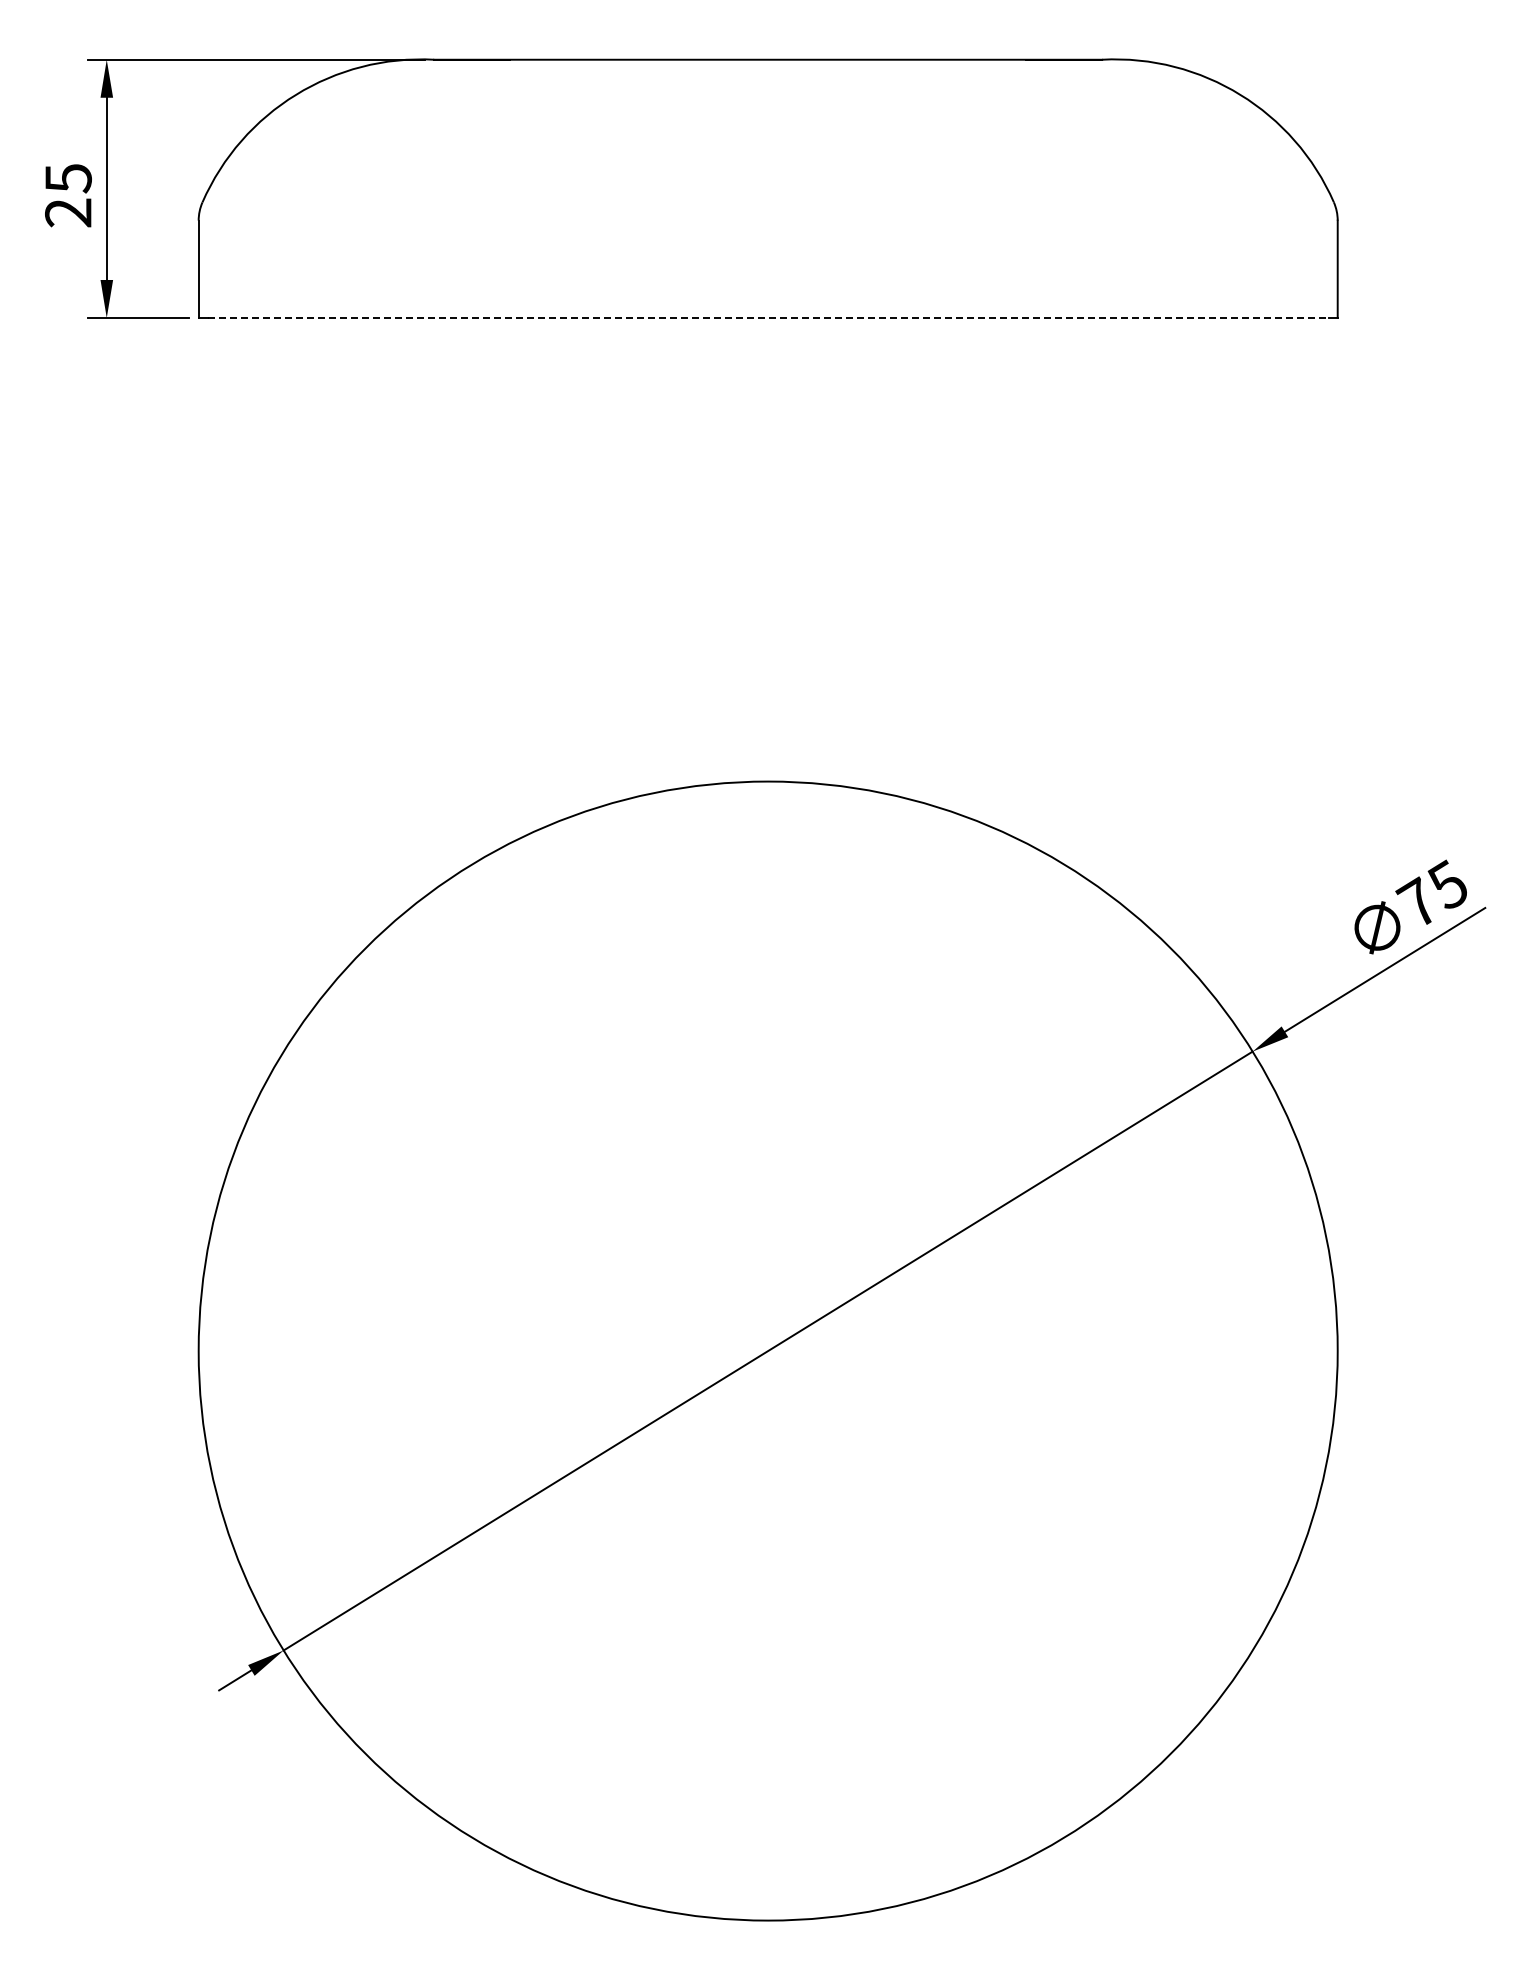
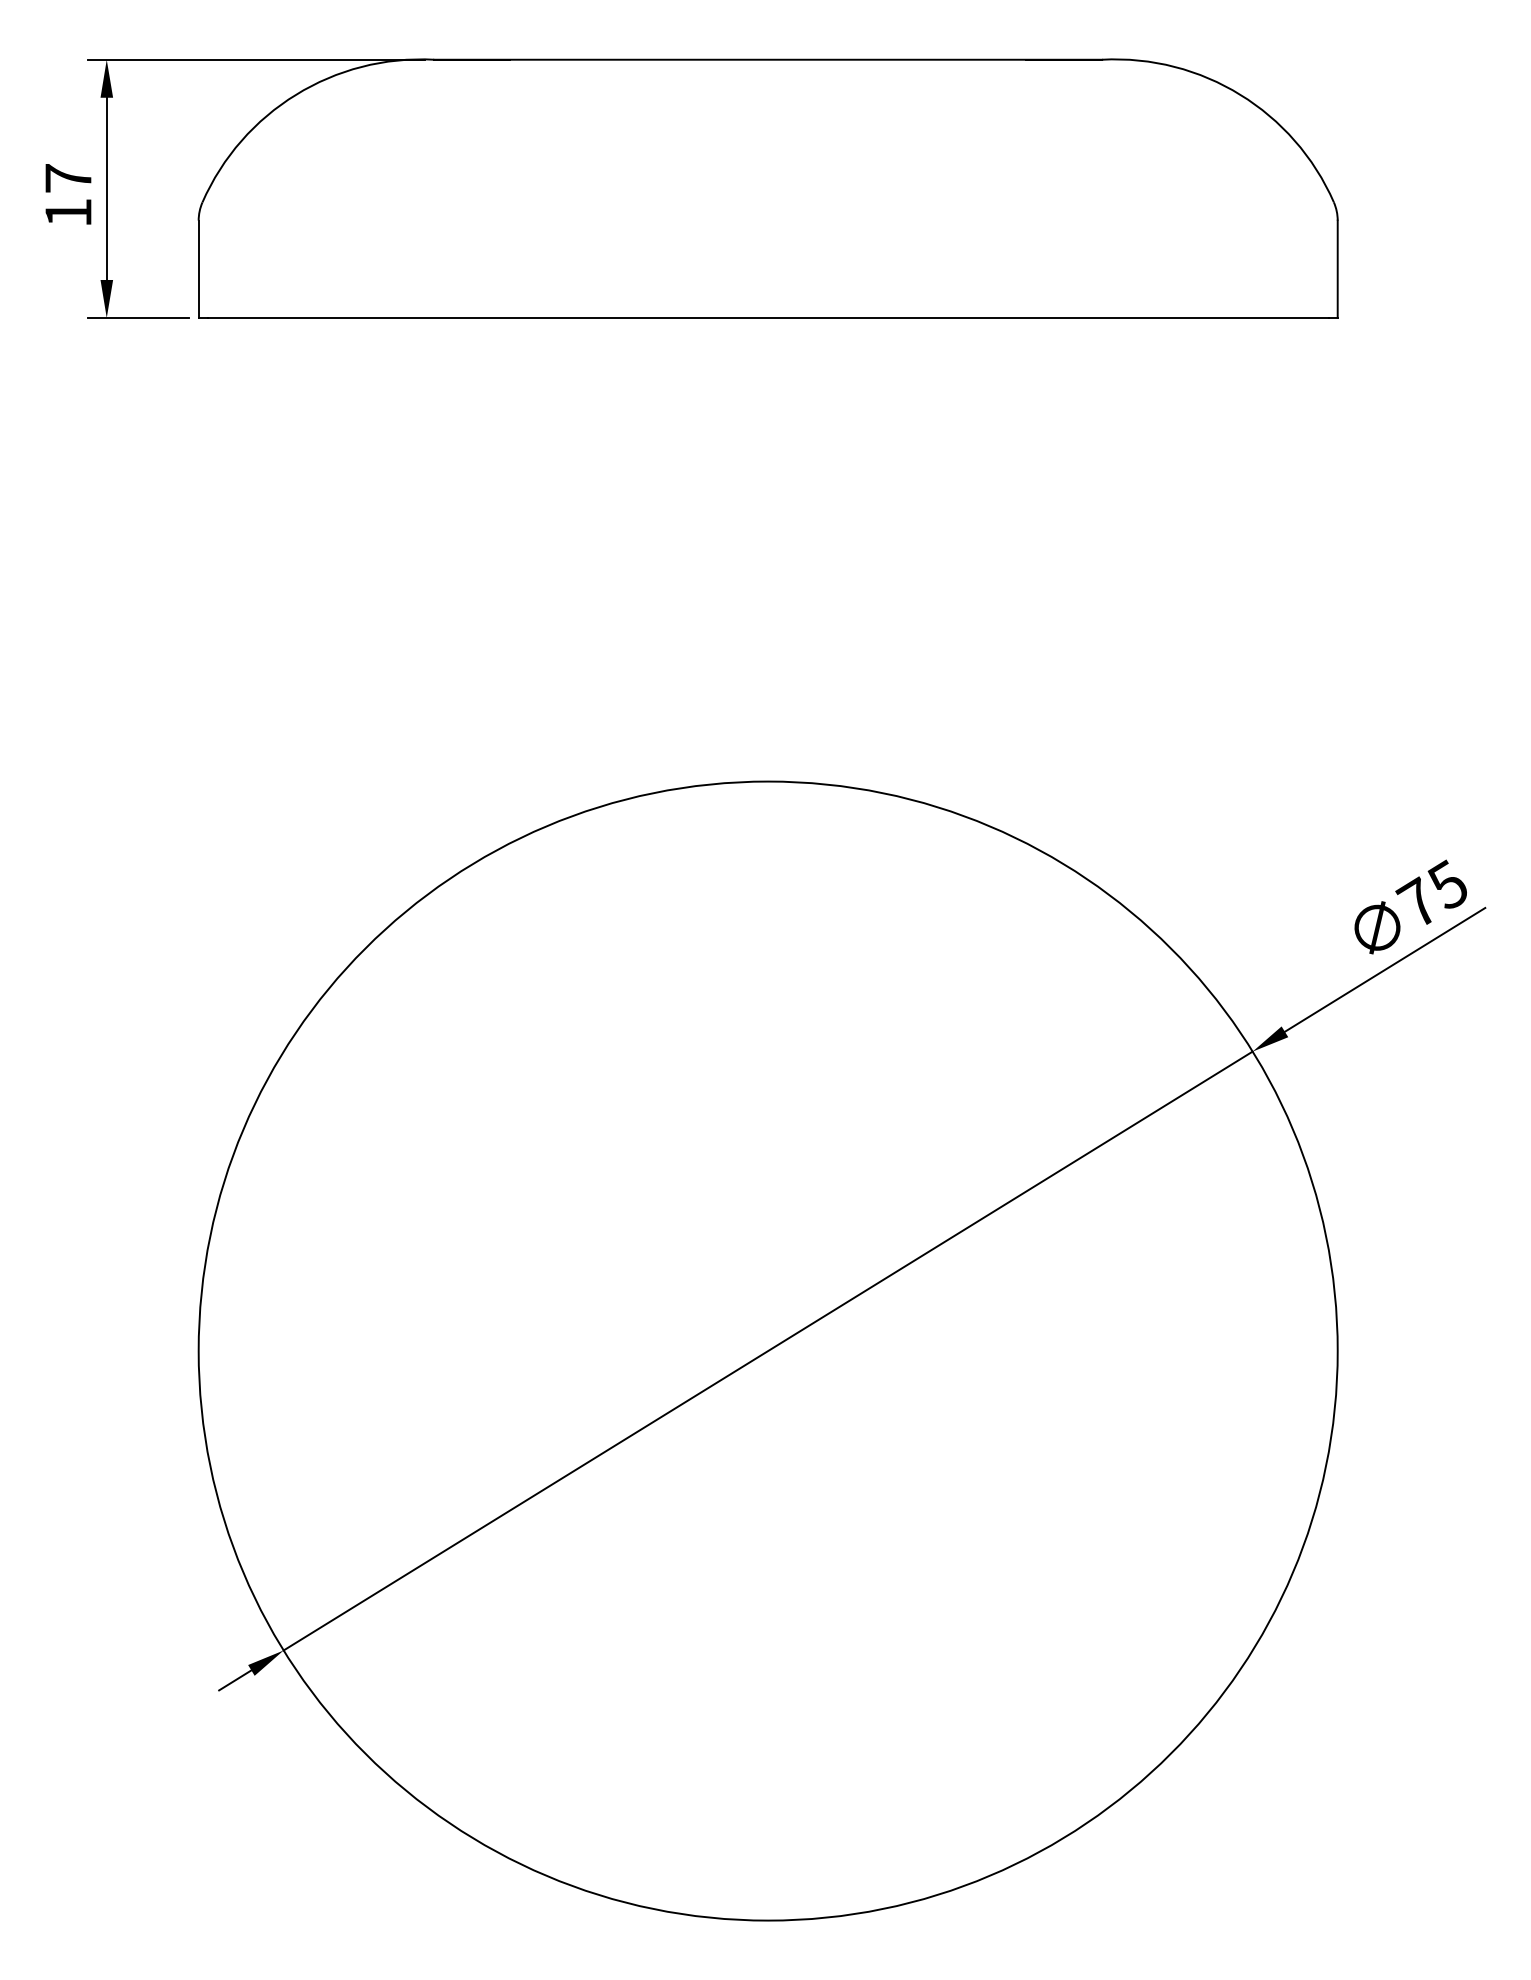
text at (68, 195): 25 -> 17
line at (768, 317): dashed -> solid
